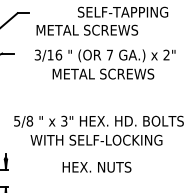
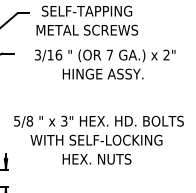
text at (123, 11) position: (123, 11) -> (87, 10)
text at (103, 73): METAL SCREWS -> HINGE ASSY.
text at (96, 166) position: (96, 166) -> (96, 158)
